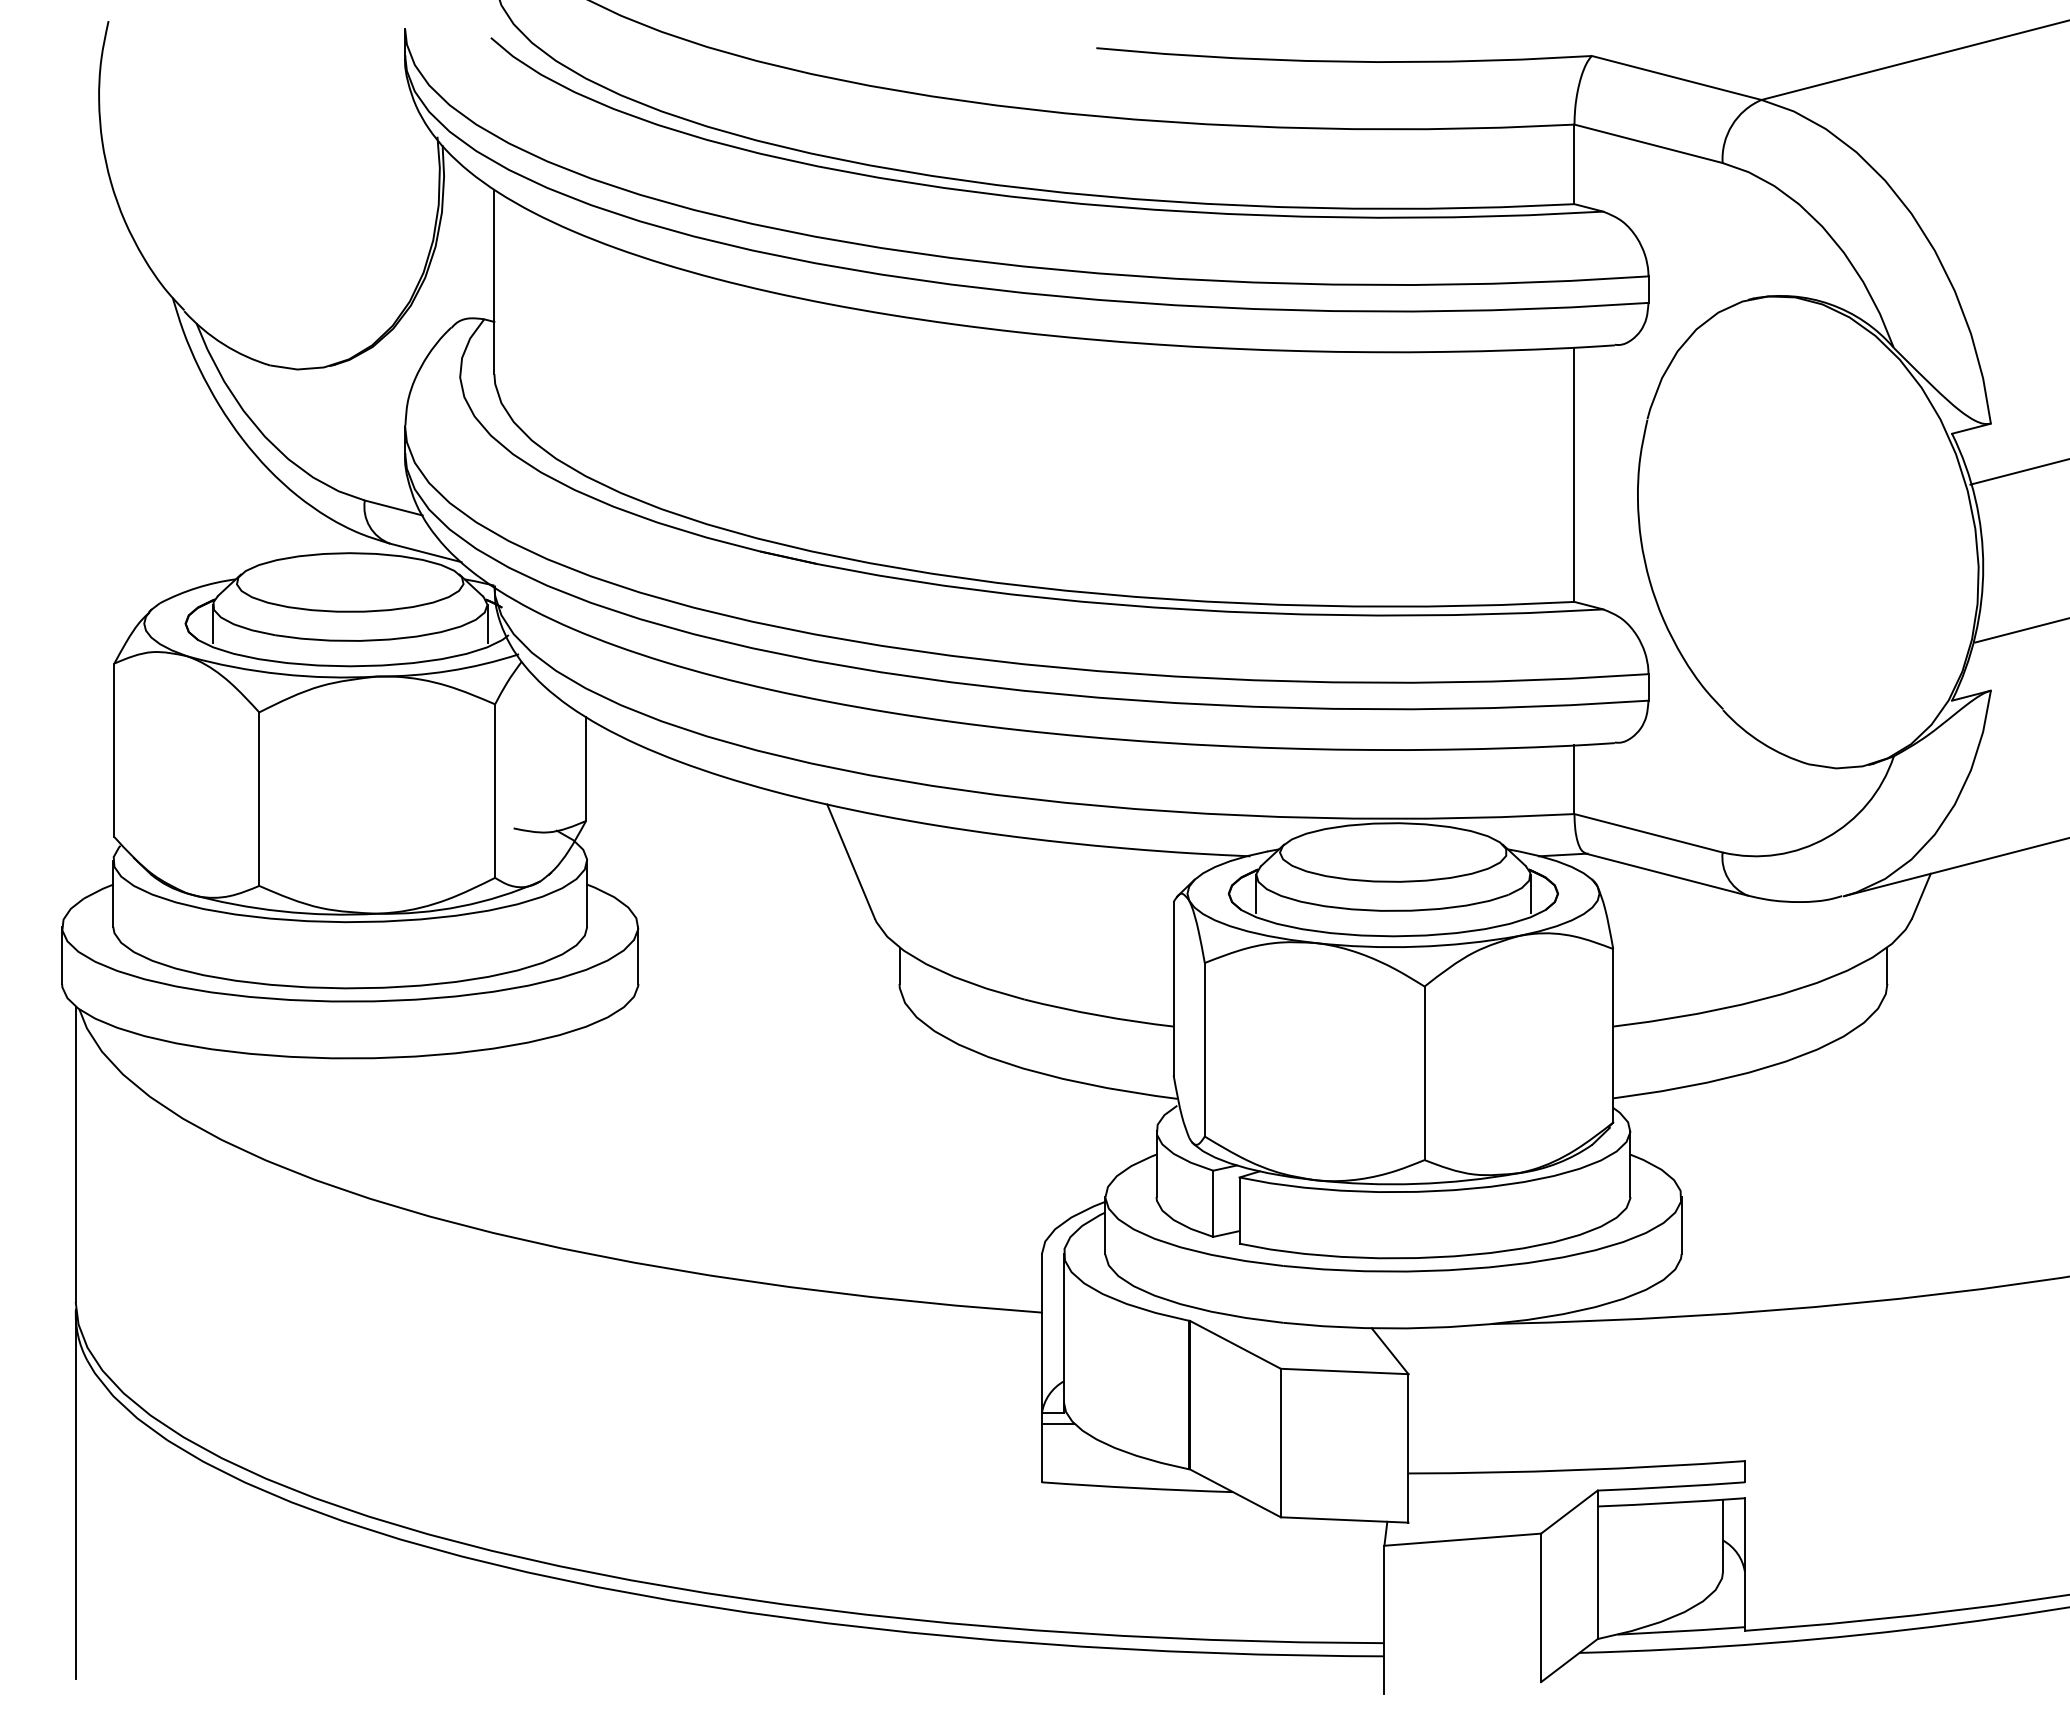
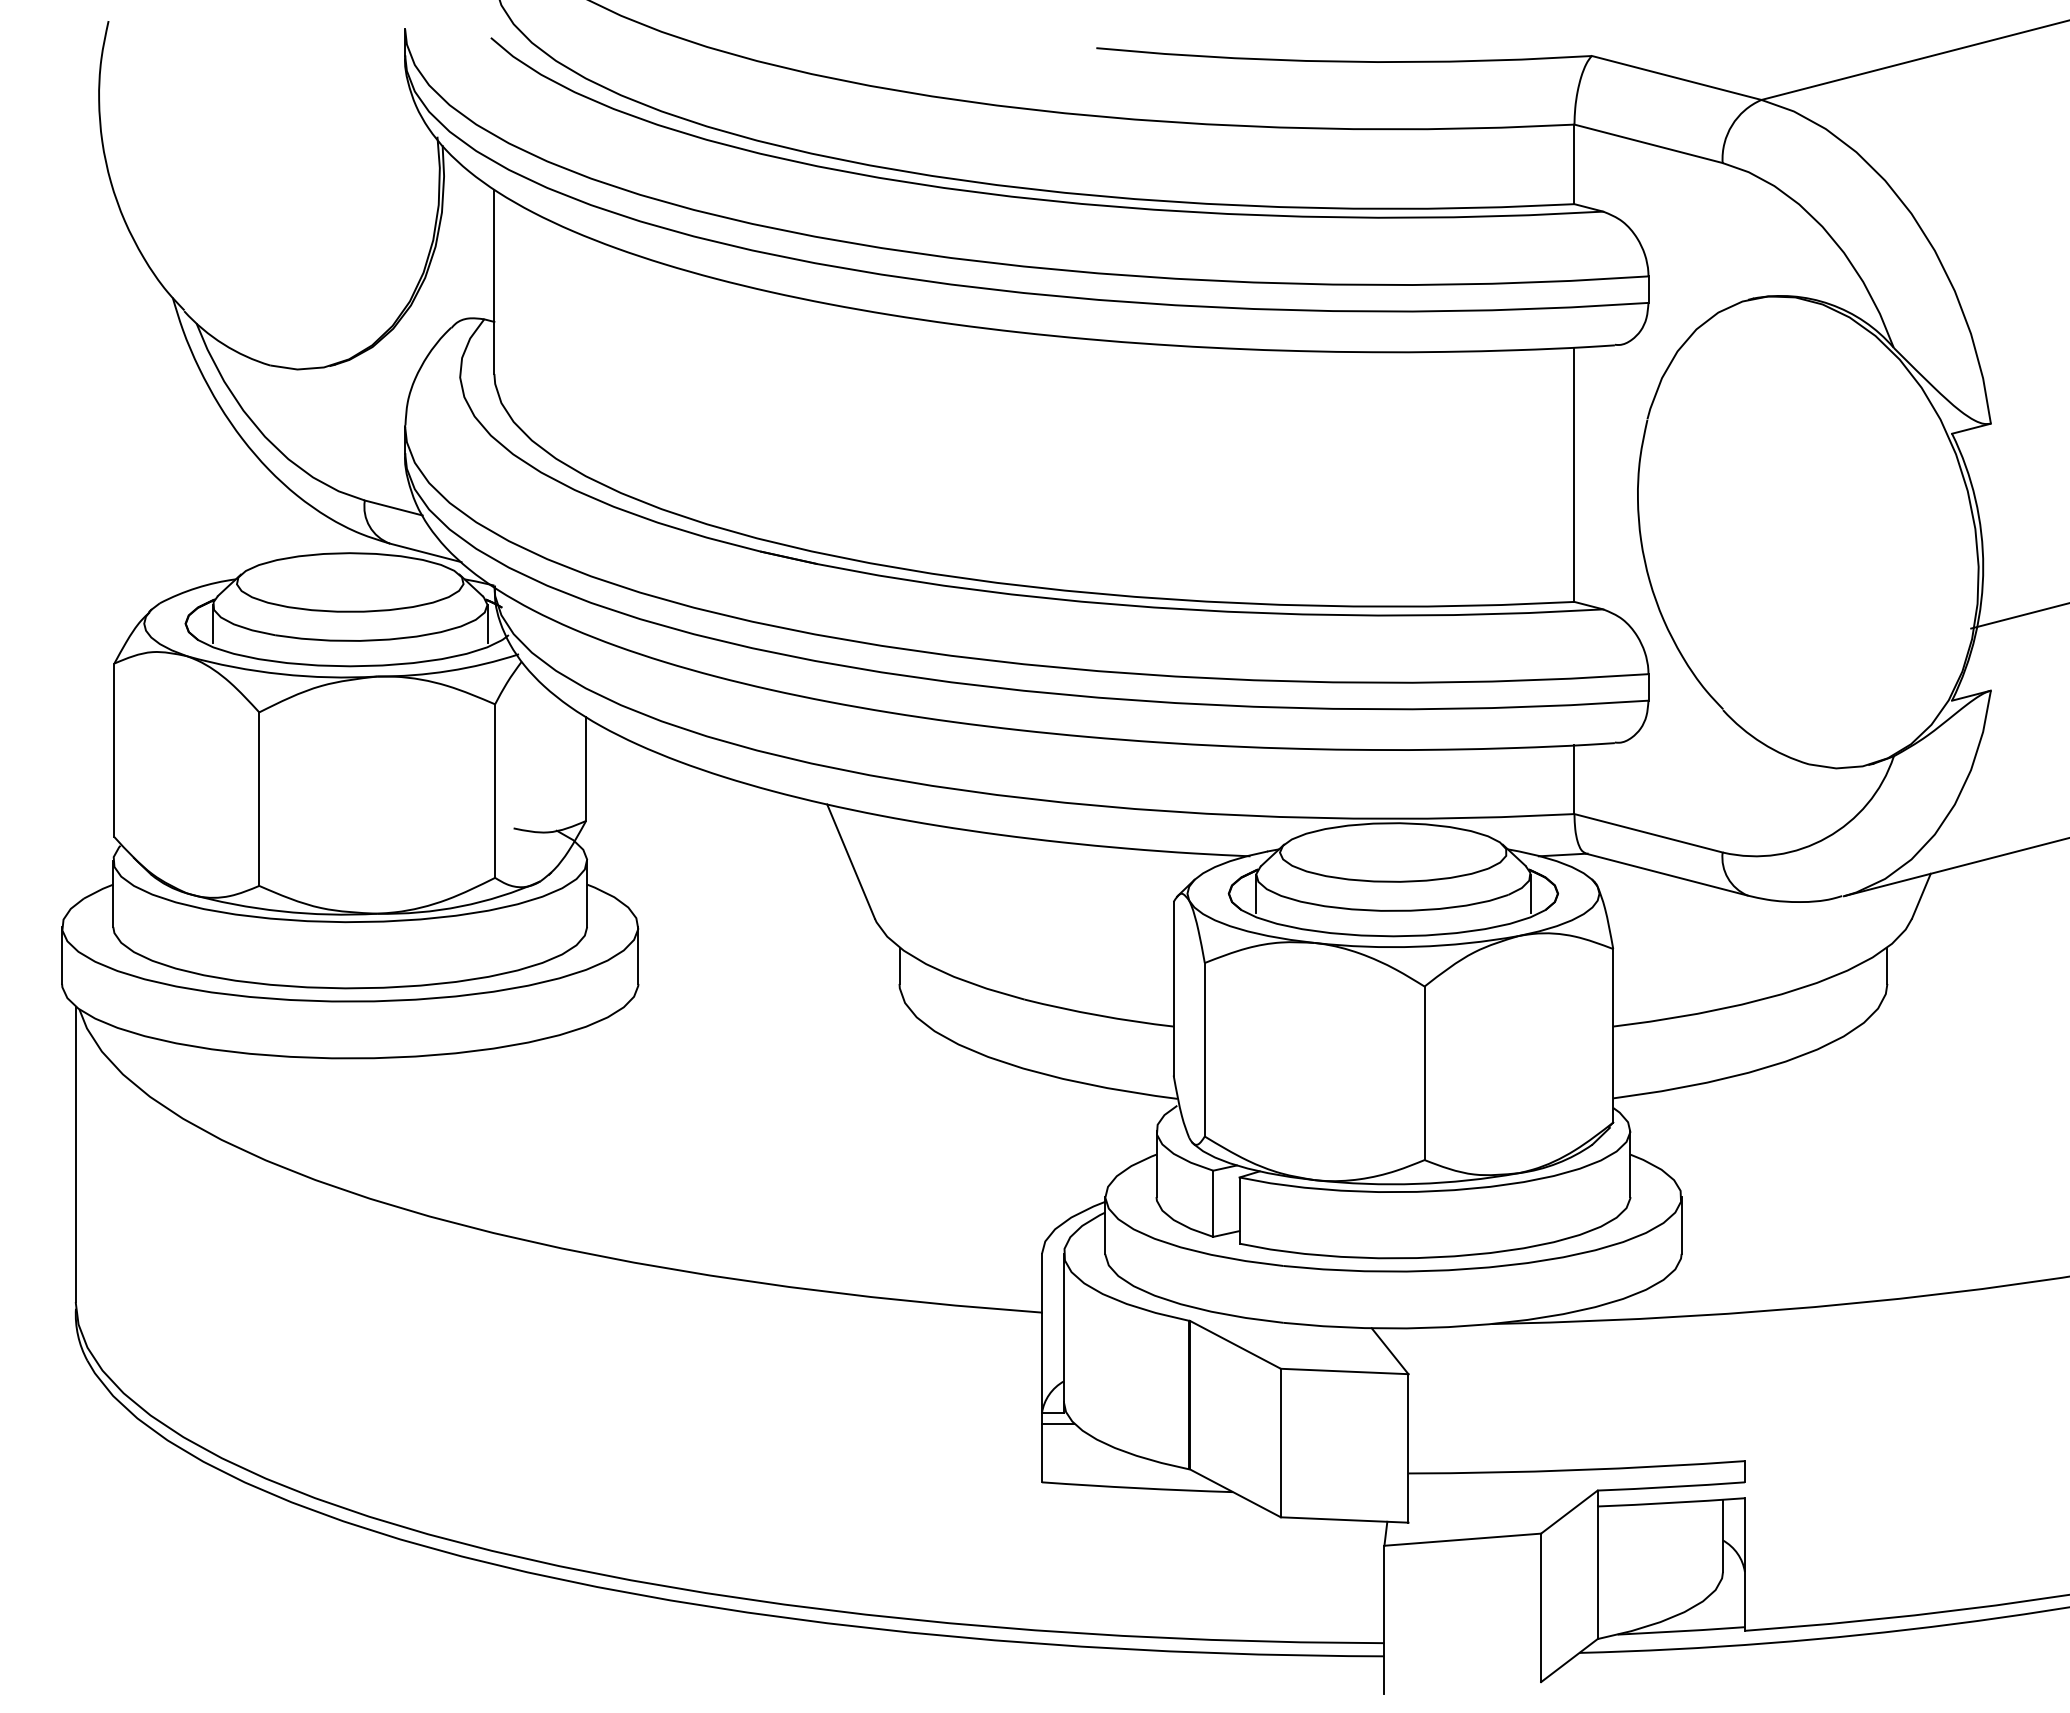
line at (2018, 471): present -> none
line at (2020, 630) position: (2020, 630) -> (2018, 616)
line at (75, 1497): present -> none
